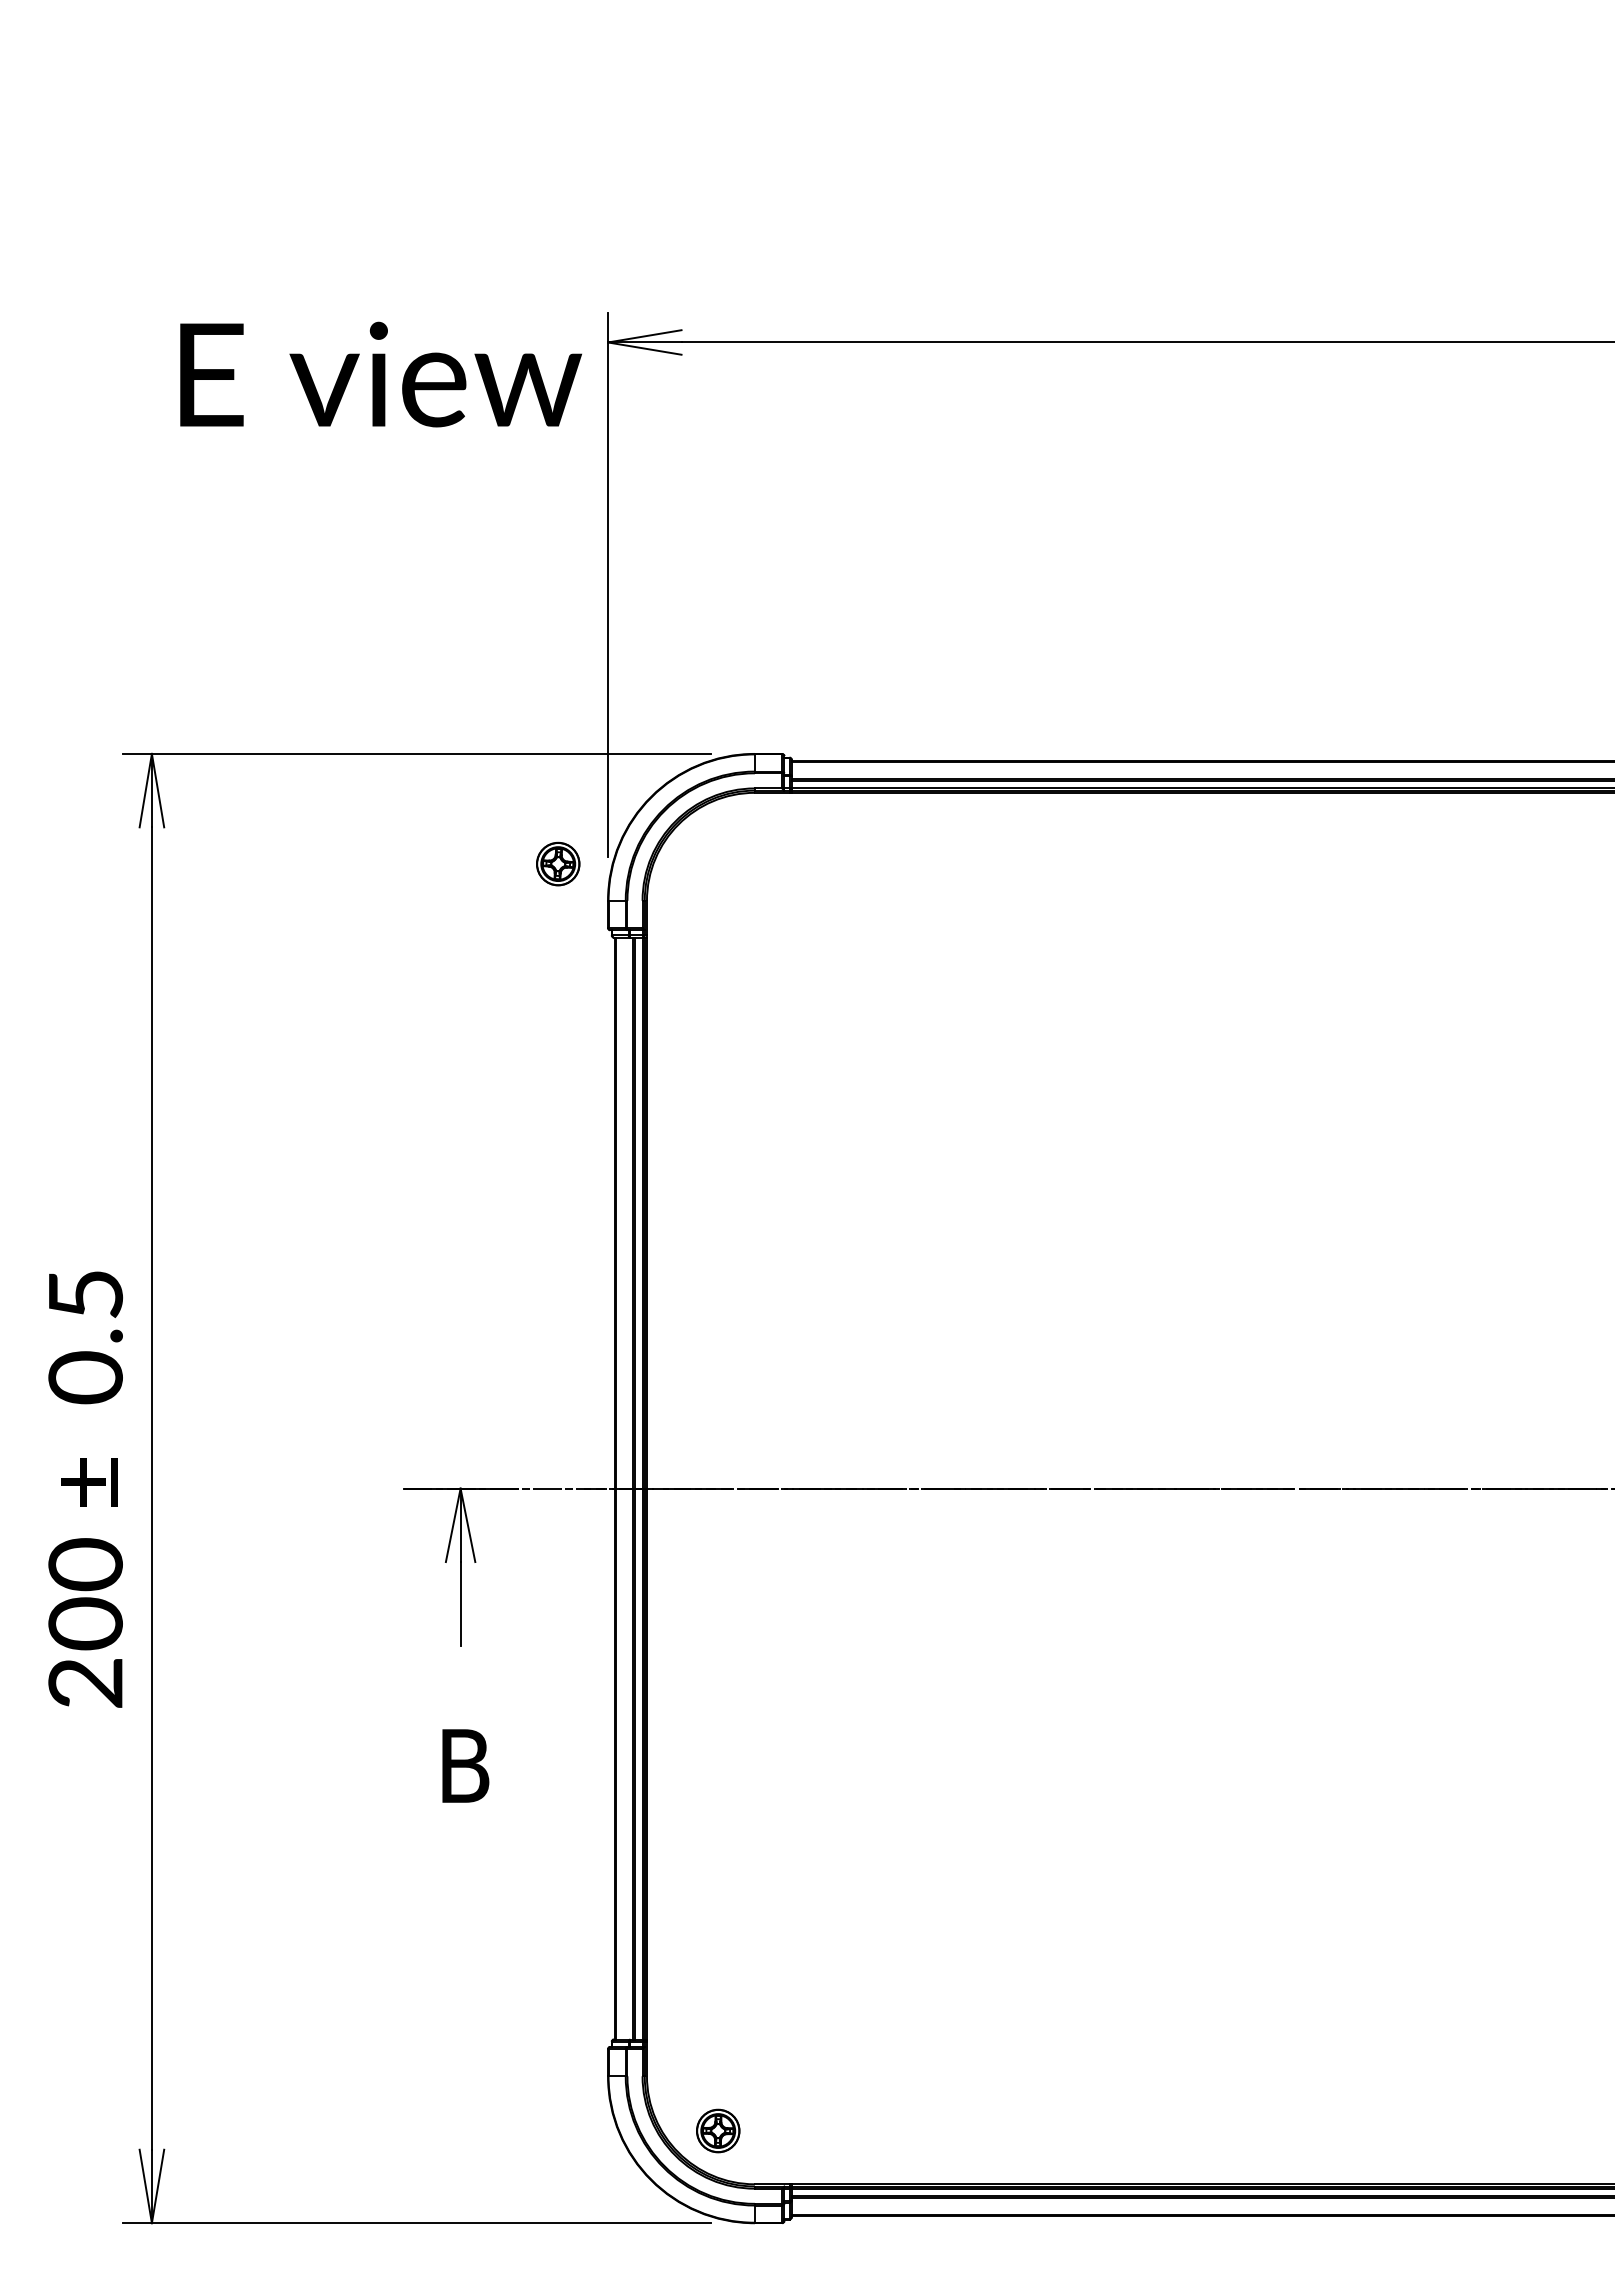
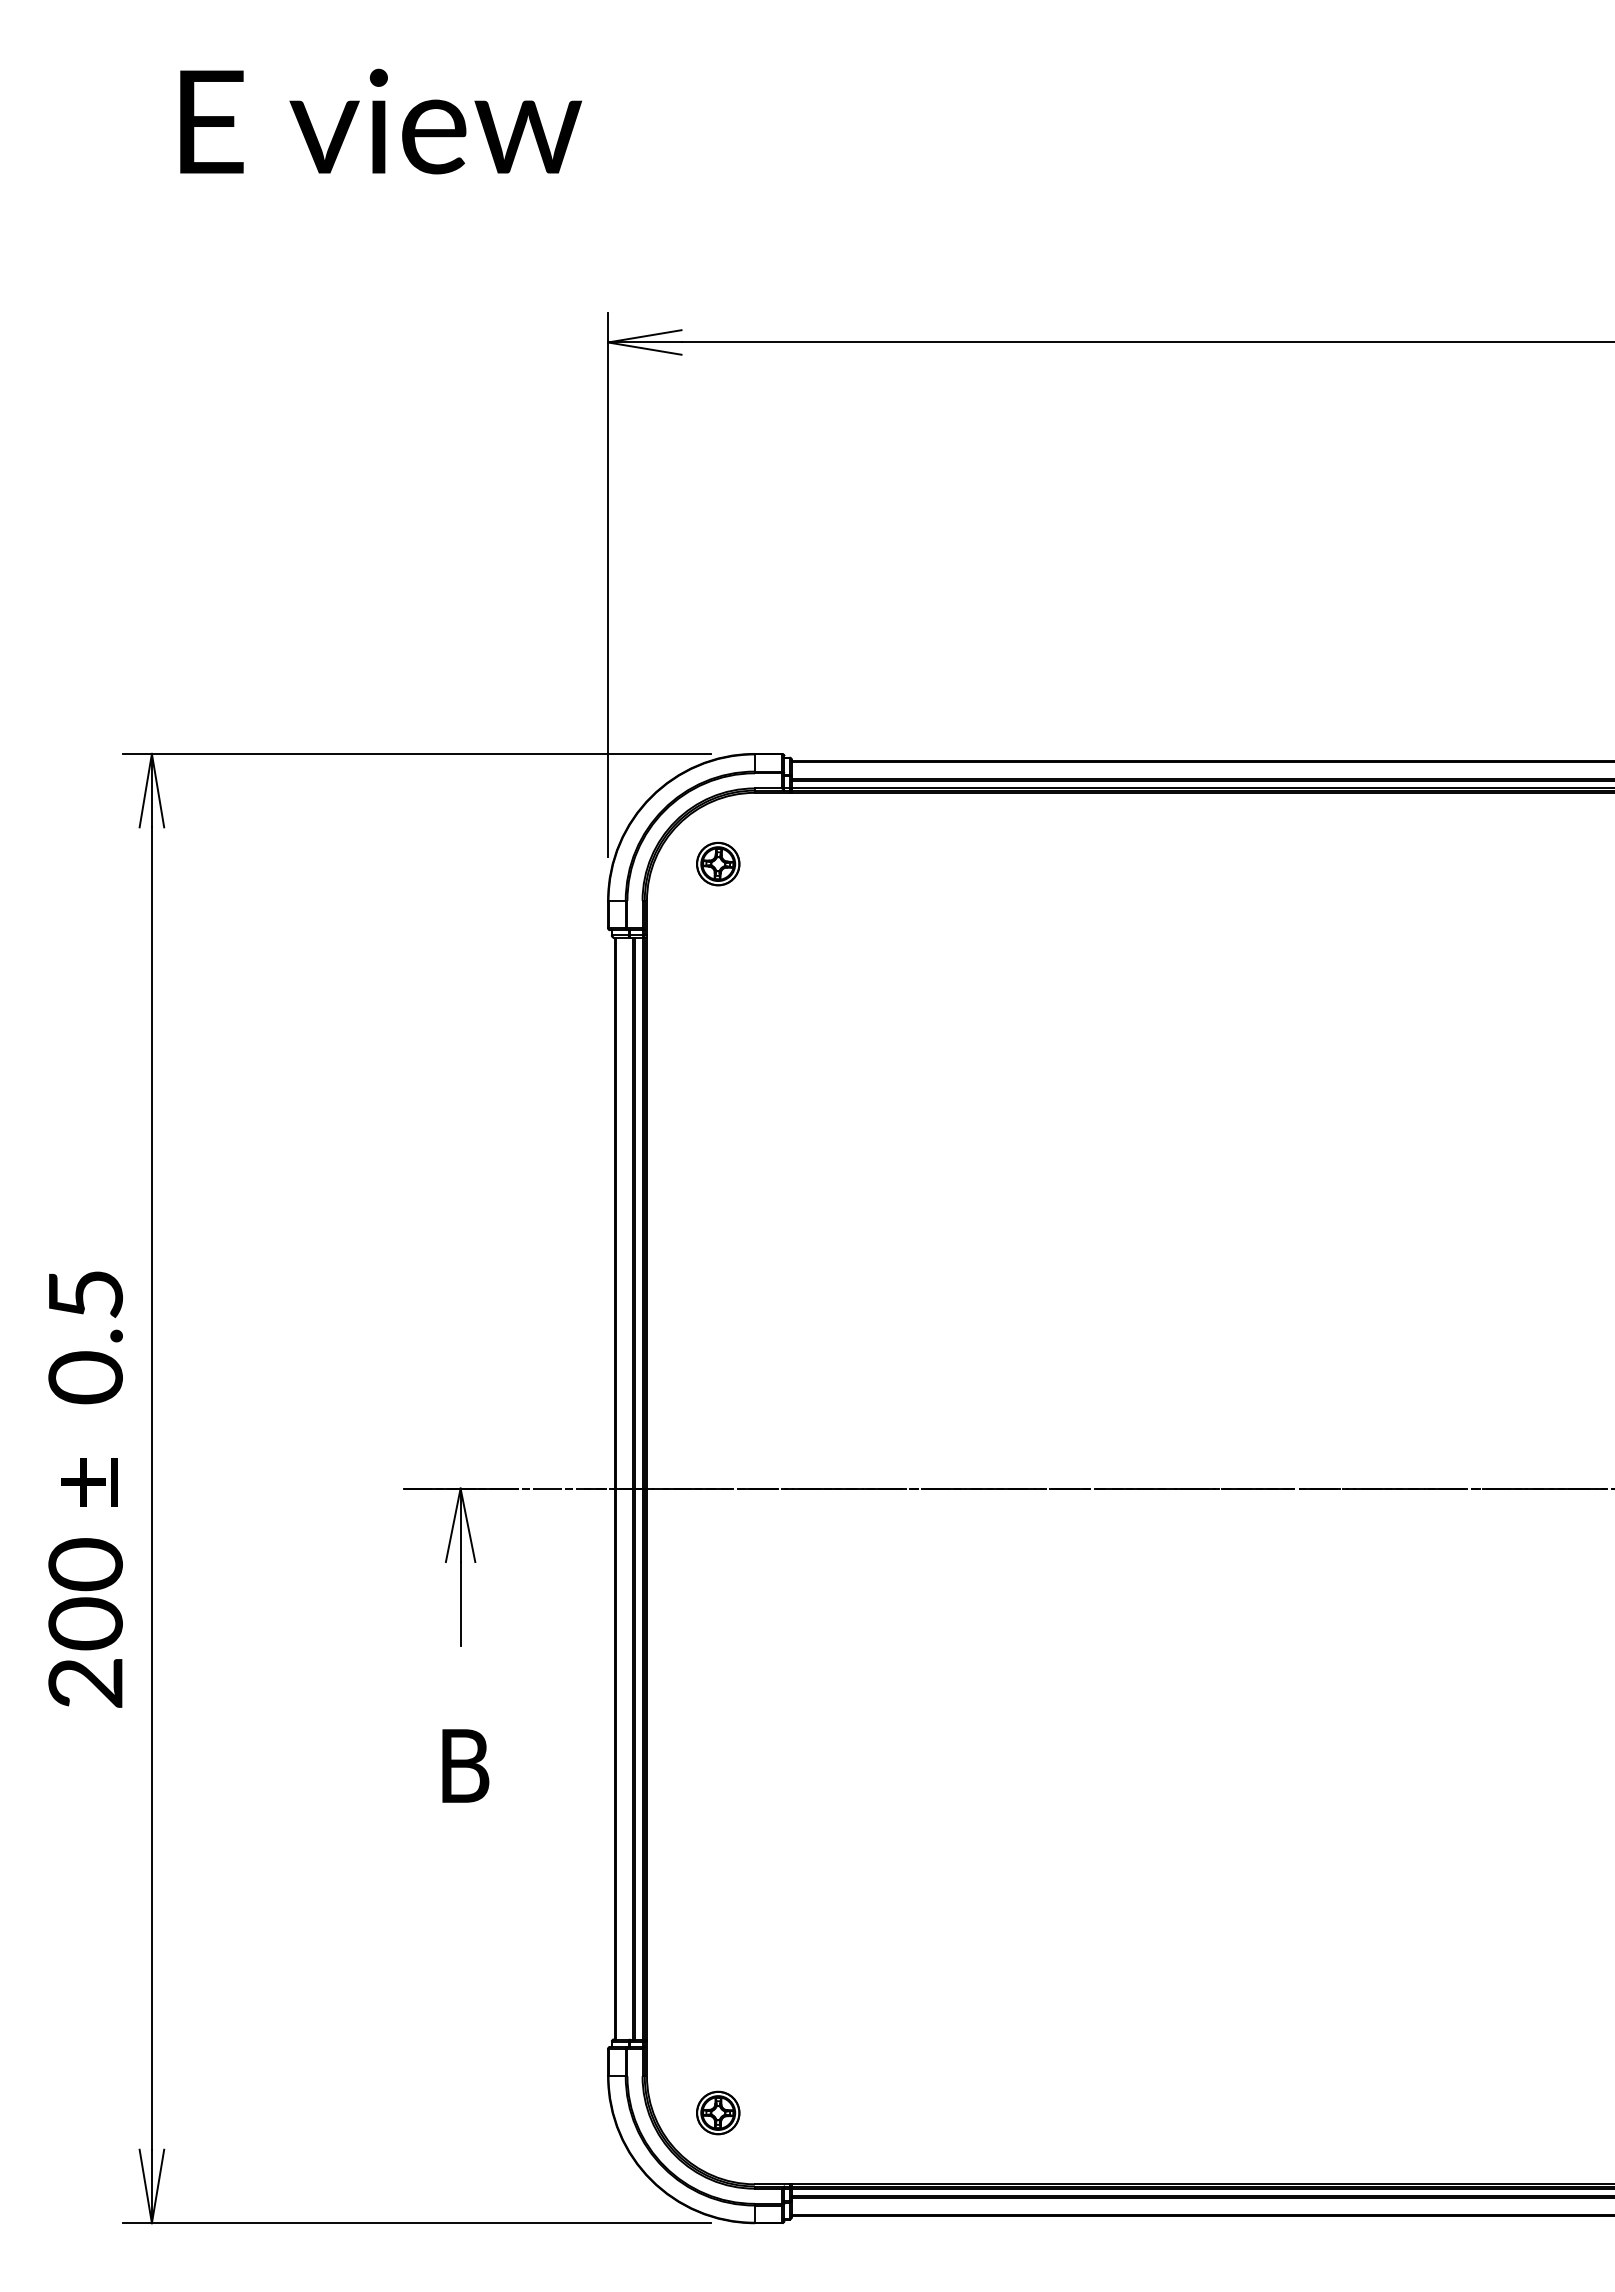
text at (380, 374) position: (380, 374) -> (380, 121)
part at (558, 863) position: (558, 863) -> (718, 863)
part at (718, 2130) position: (718, 2130) -> (718, 2112)
